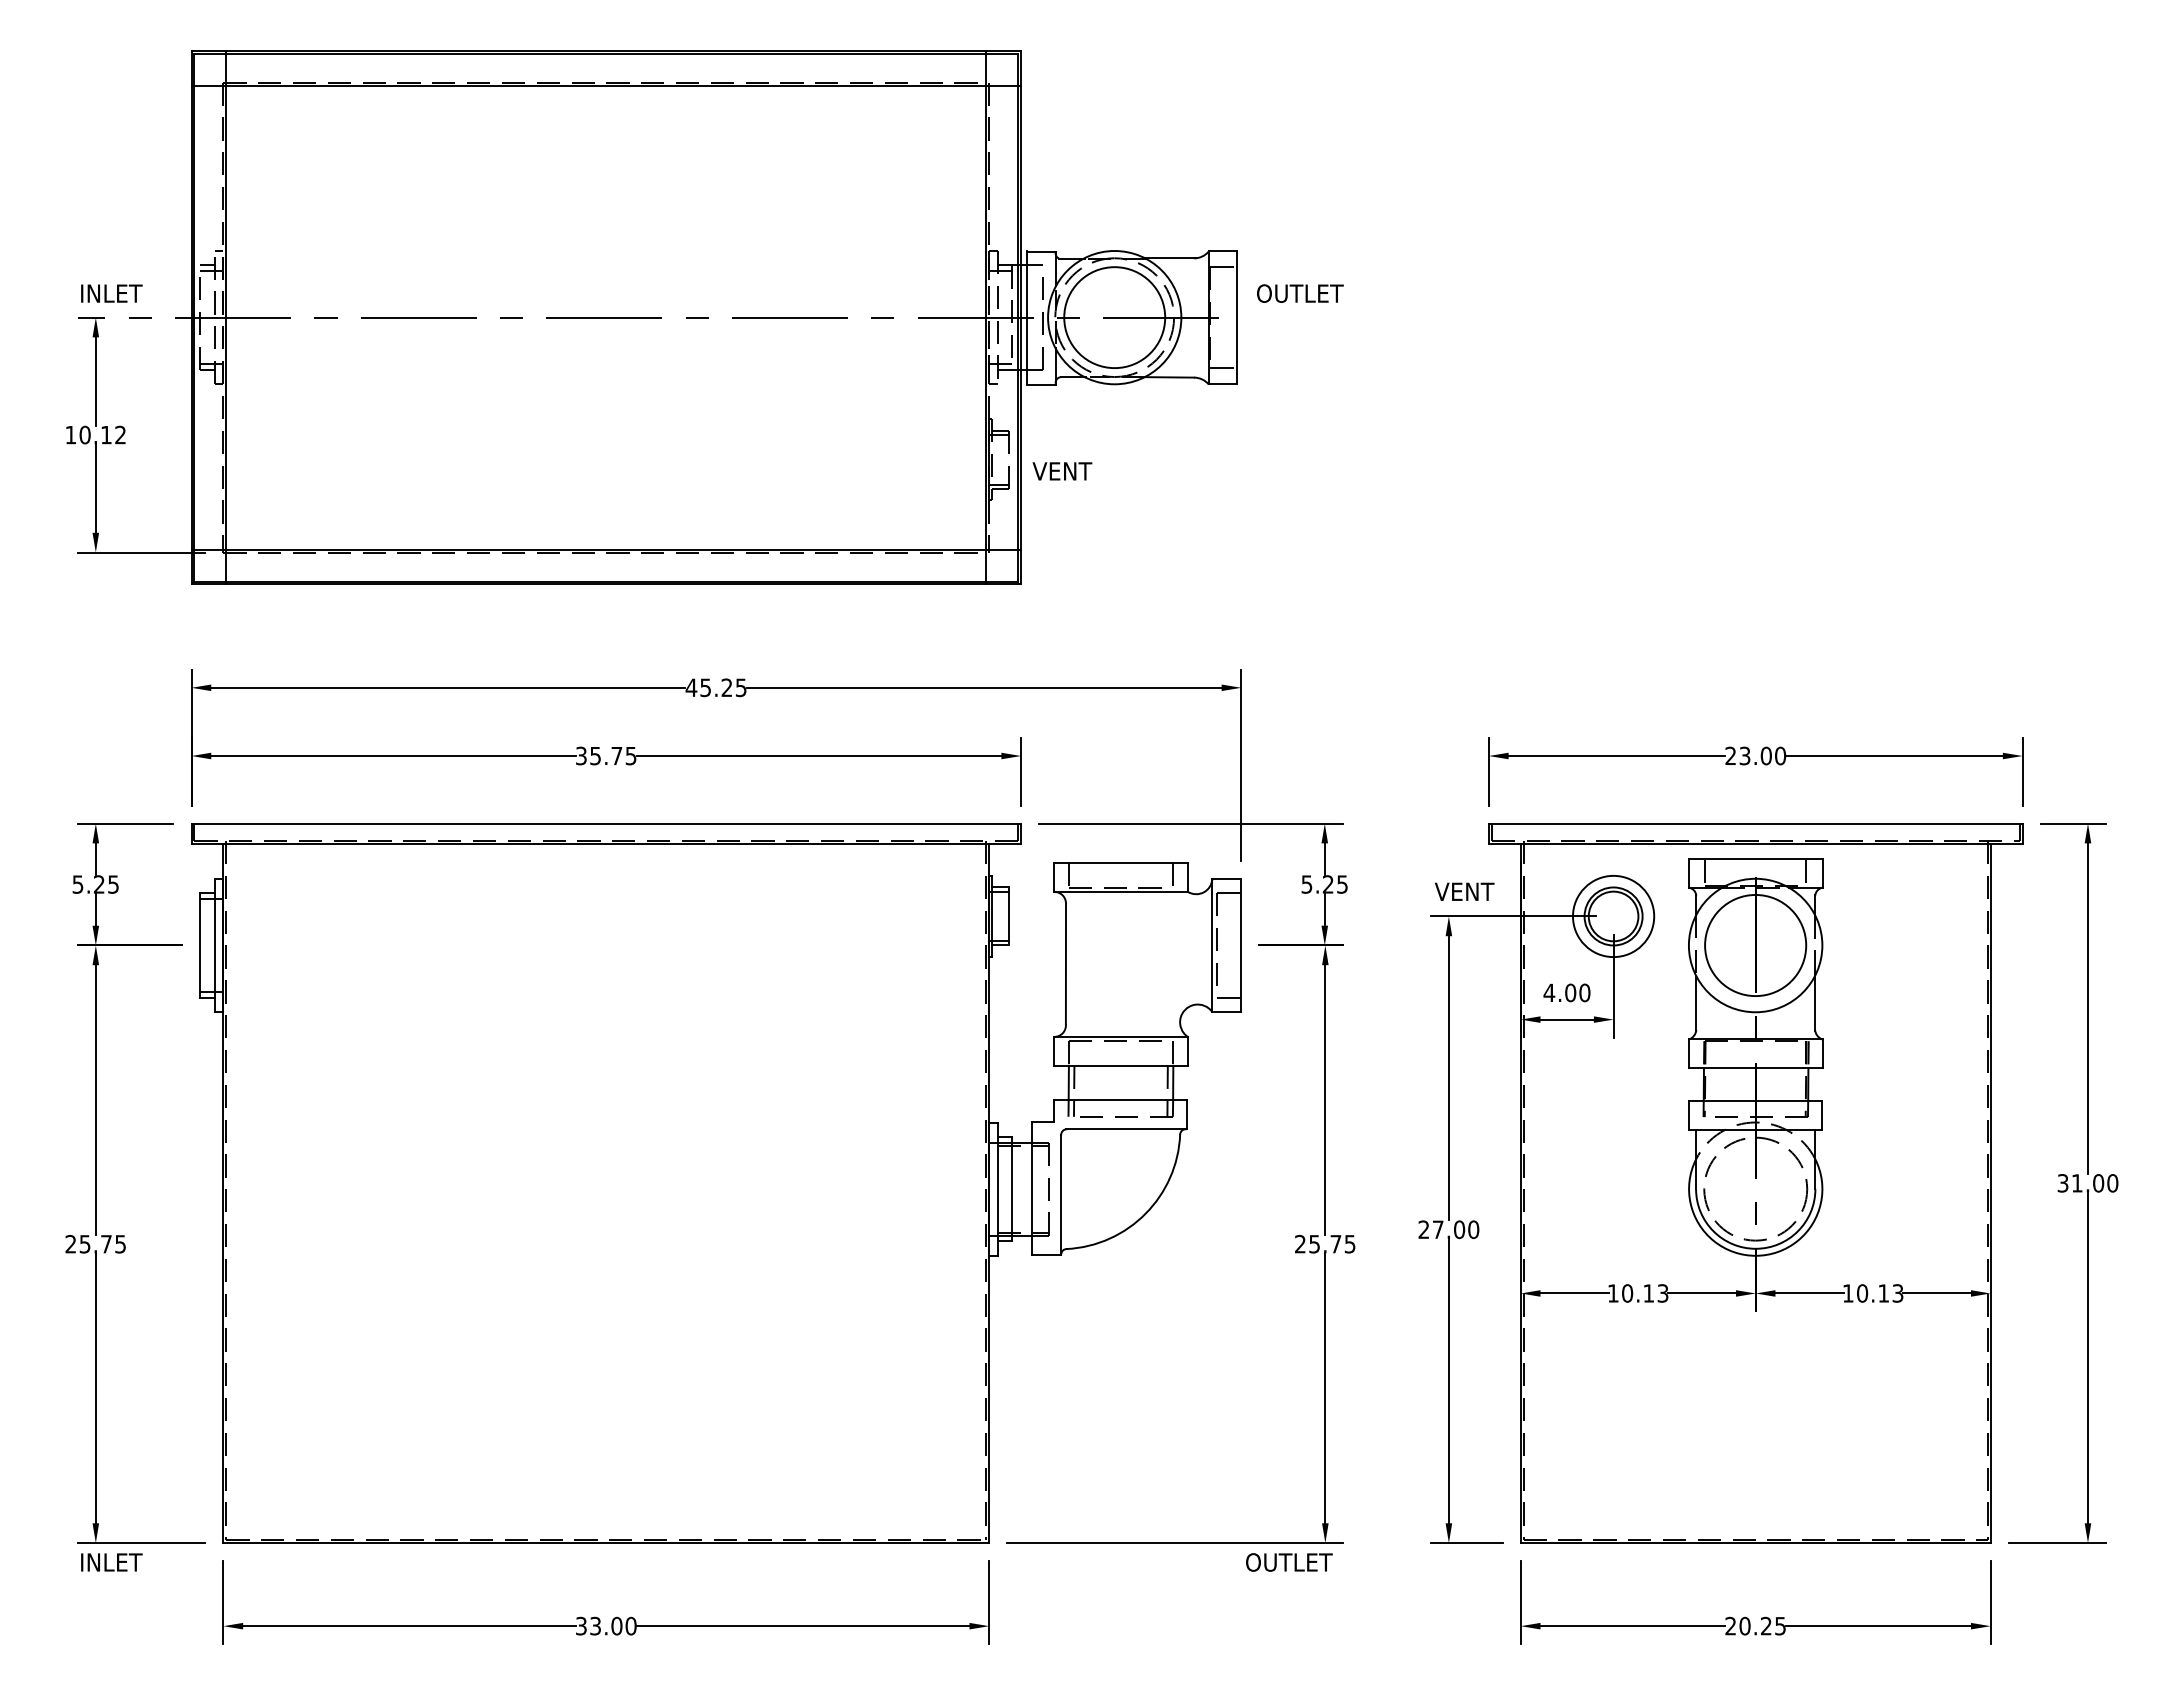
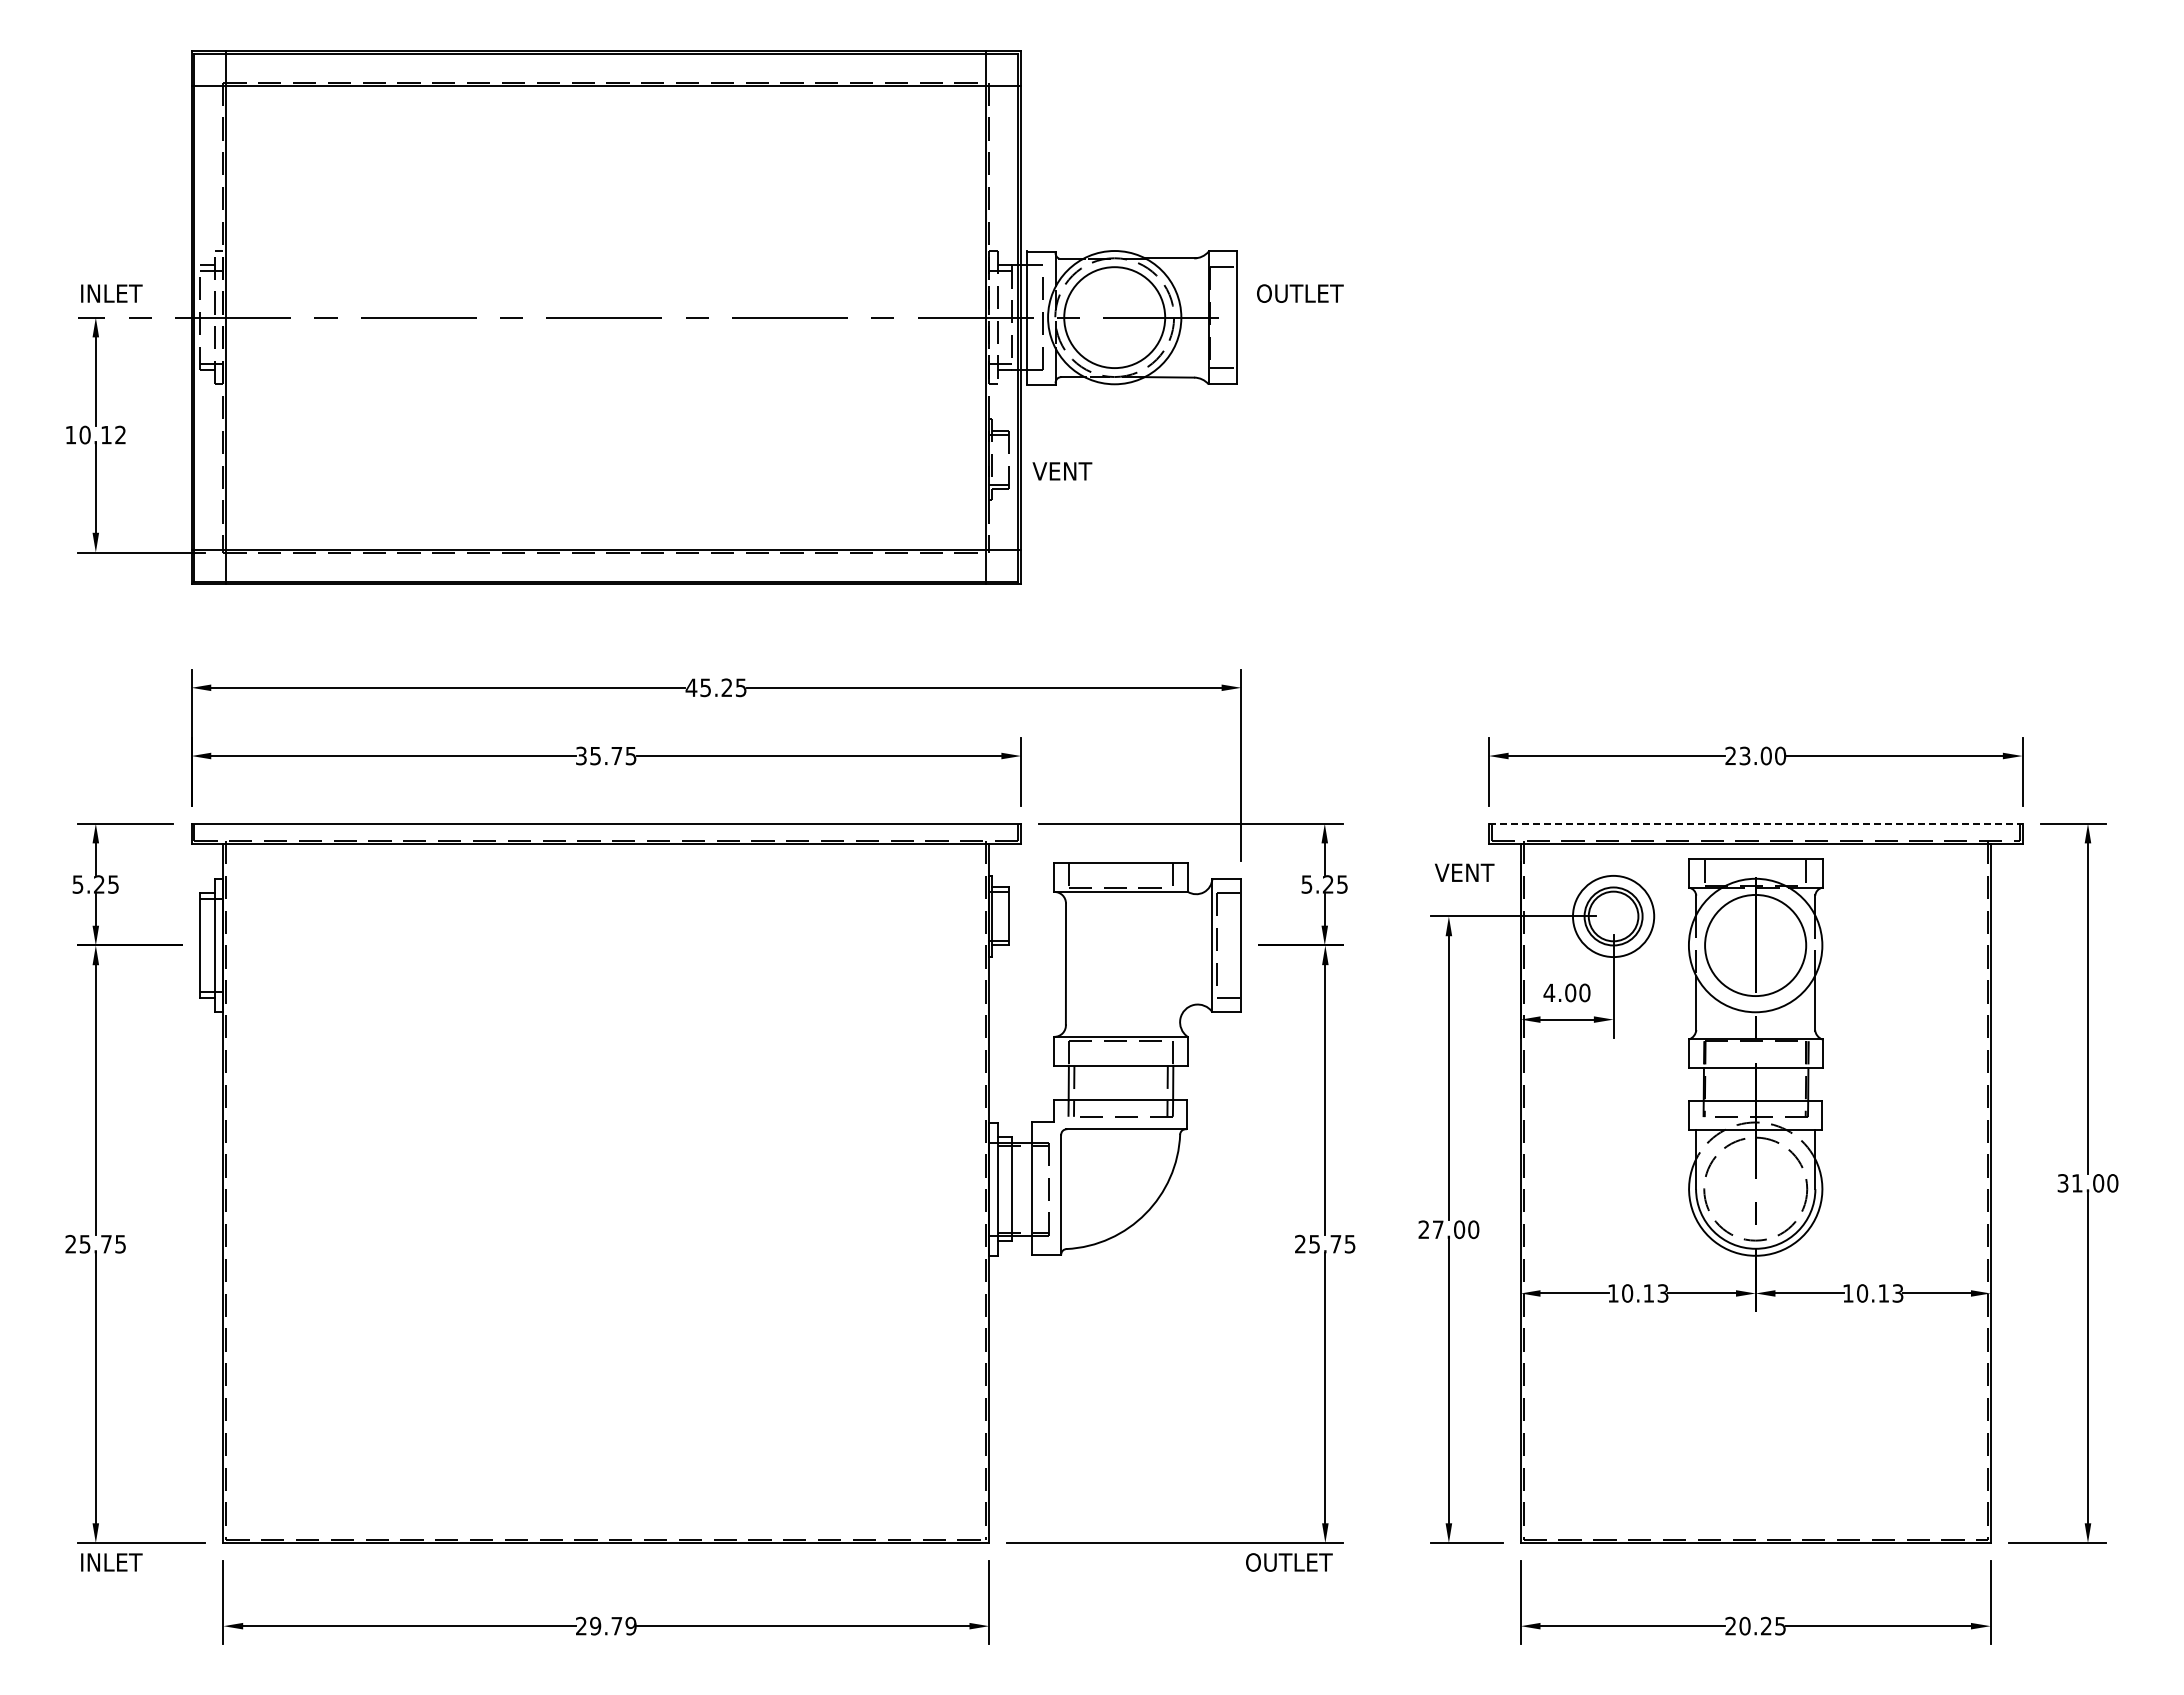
line at (1755, 823): solid -> dashed
text at (1464, 891) position: (1464, 891) -> (1464, 872)
text at (606, 1625): 33.00 -> 29.79
